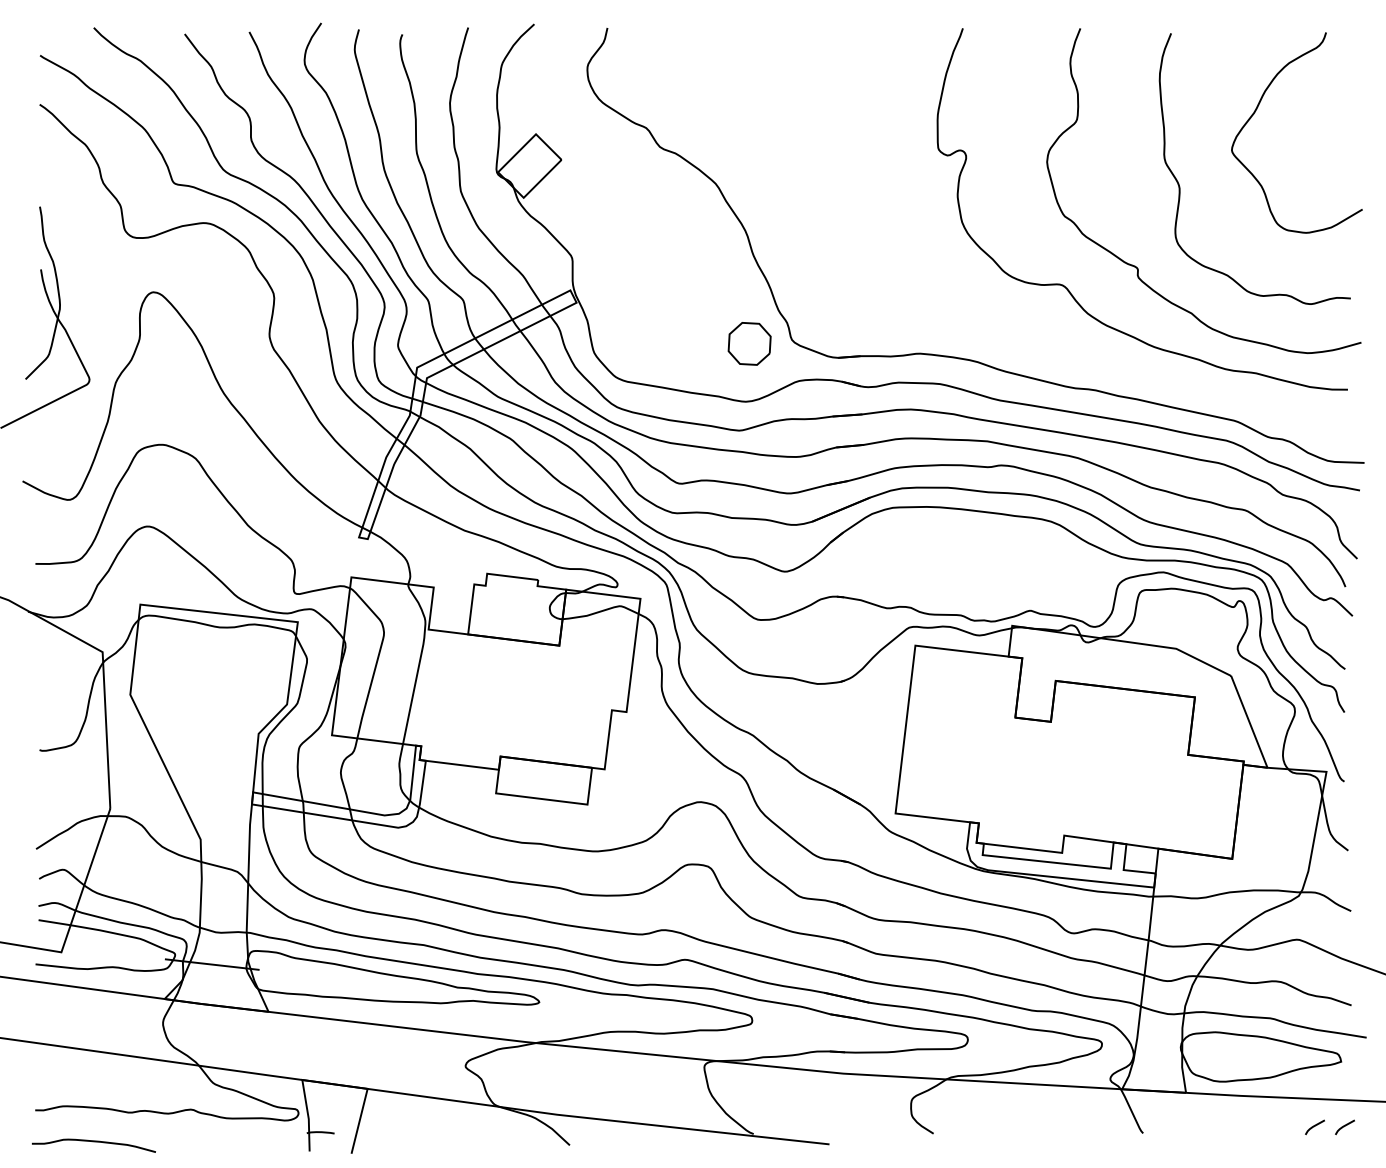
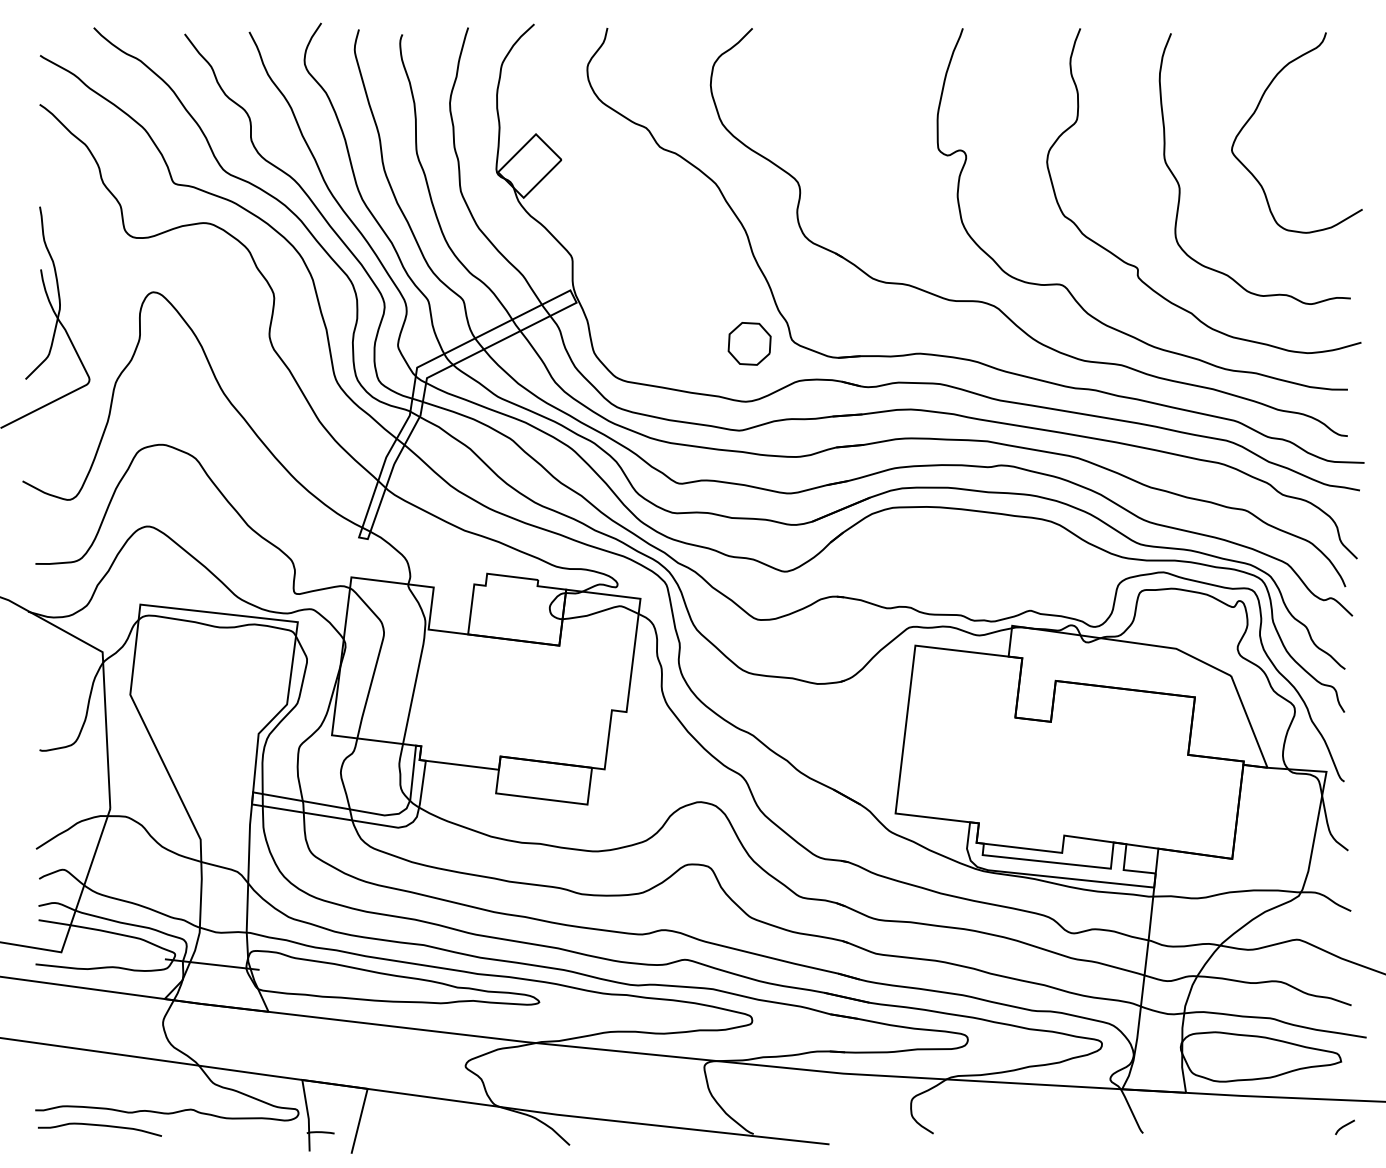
part at (995, 305): none -> present
line at (1314, 1127): present -> none
curve at (93, 1142) position: (93, 1142) -> (99, 1126)
